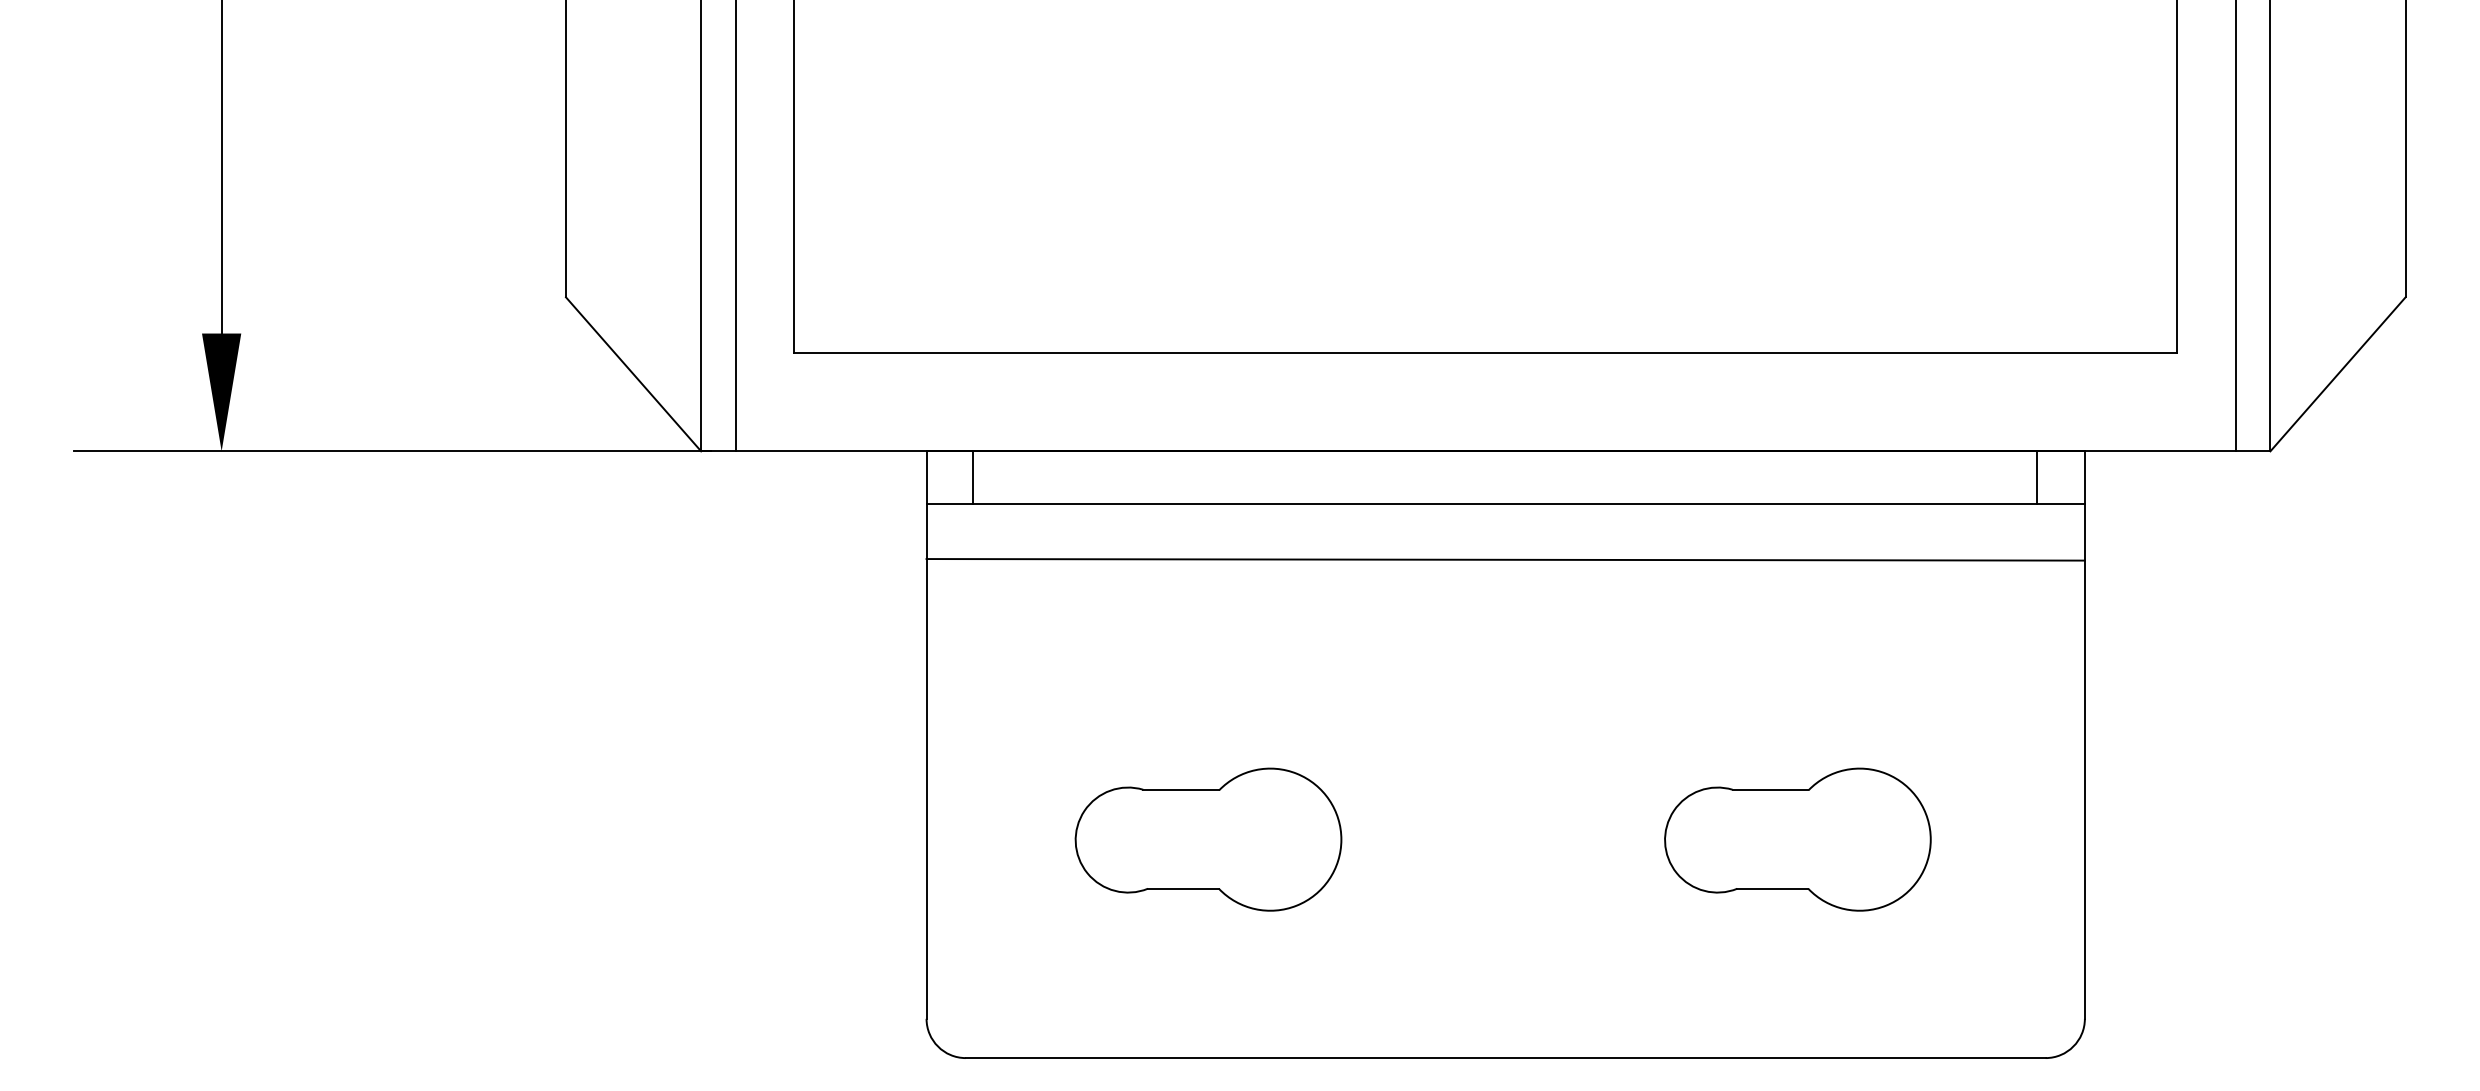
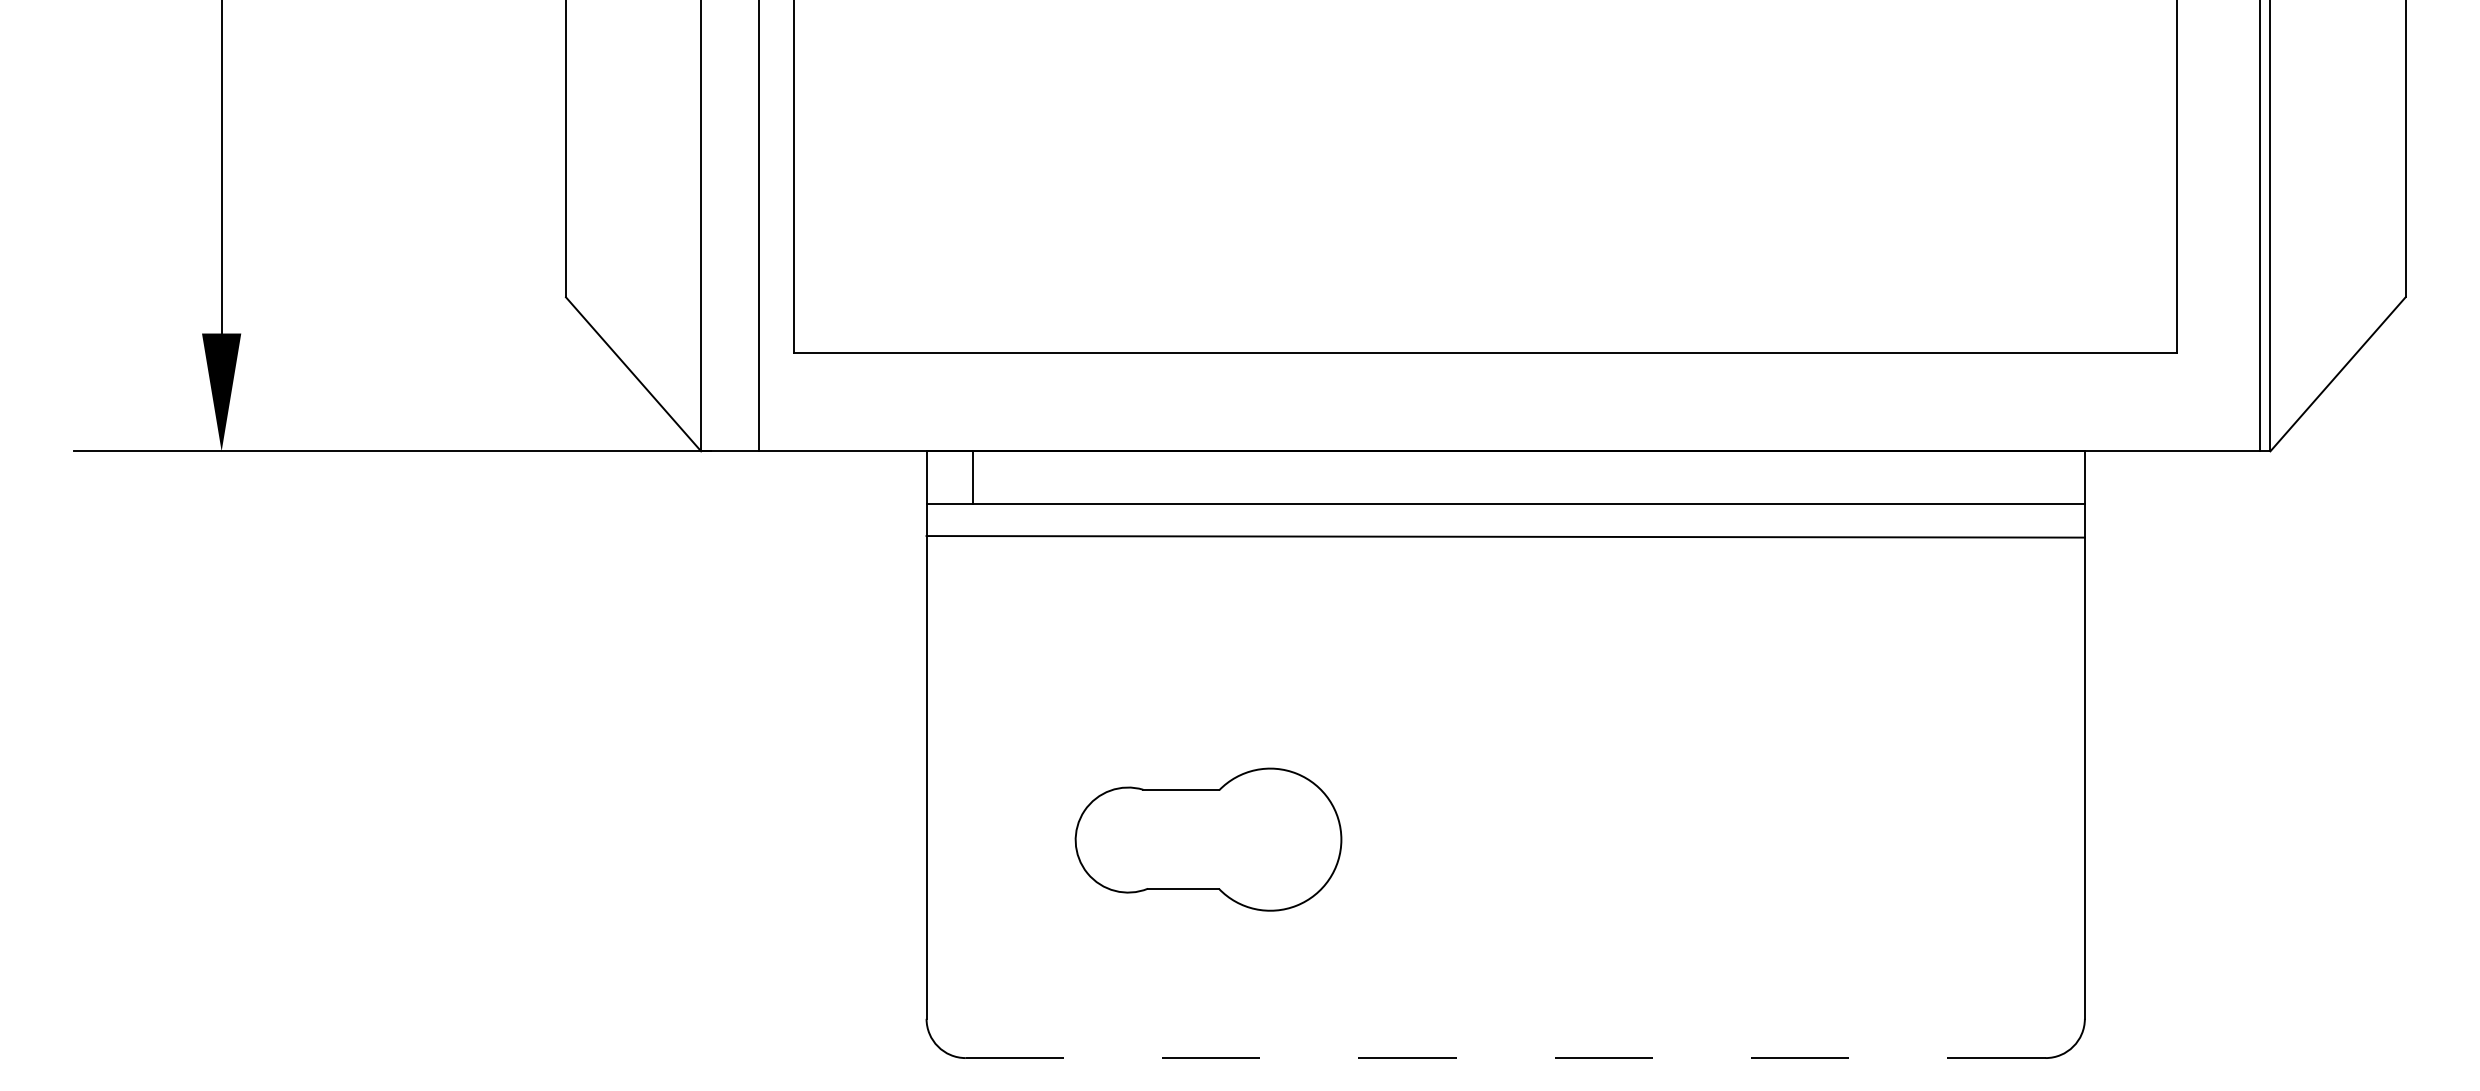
line at (735, 226) position: (735, 226) -> (758, 226)
line at (2236, 226) position: (2236, 226) -> (2260, 226)
line at (2036, 477): present -> none
line at (1505, 559) position: (1505, 559) -> (1505, 536)
part at (1797, 839): present -> none
line at (1505, 1058): solid -> dashed
